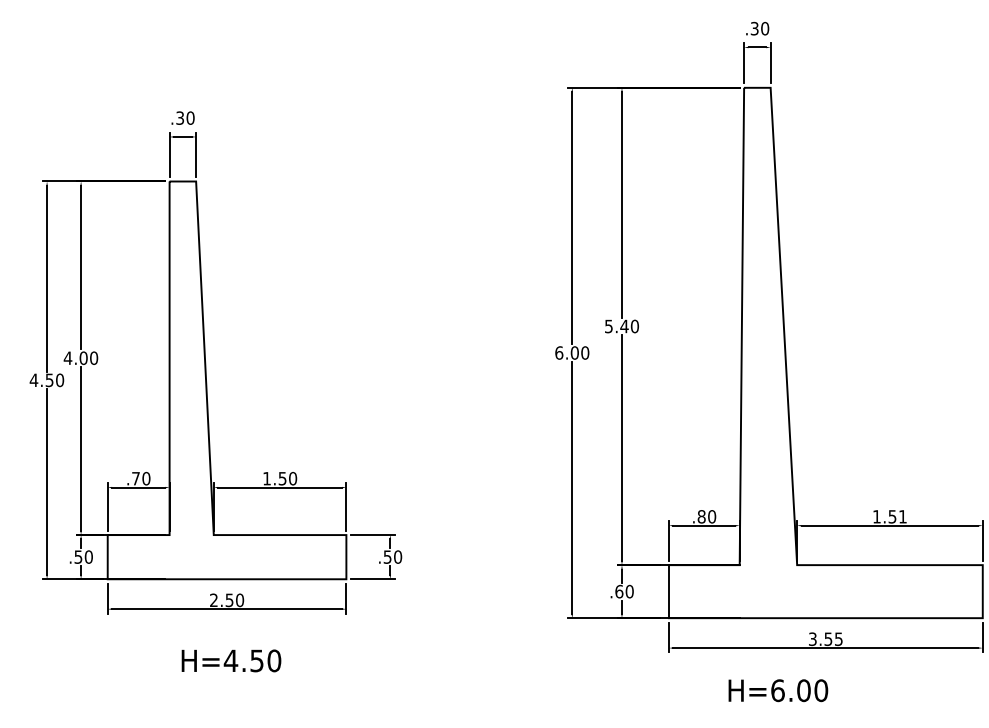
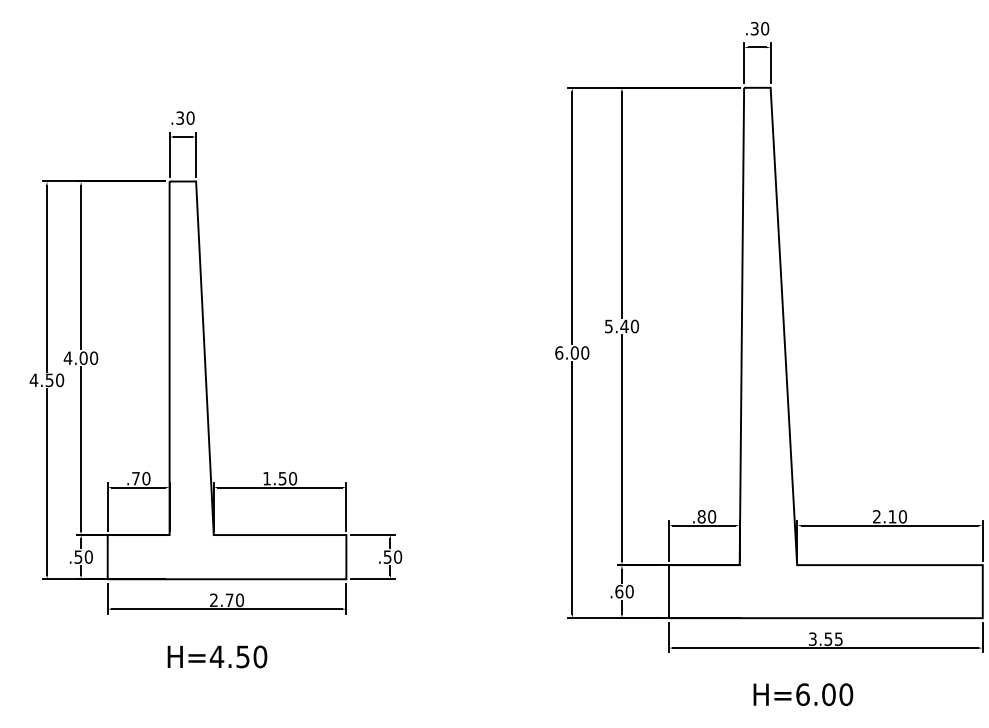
text at (889, 516): 1.51 -> 2.10
text at (229, 600): 2.50 -> 2.70
text at (231, 660) position: (231, 660) -> (217, 656)
text at (778, 690) position: (778, 690) -> (803, 694)
